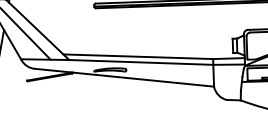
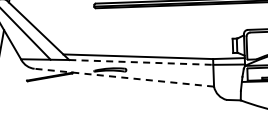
line at (141, 62): solid -> dashed
line at (123, 77): solid -> dashed
